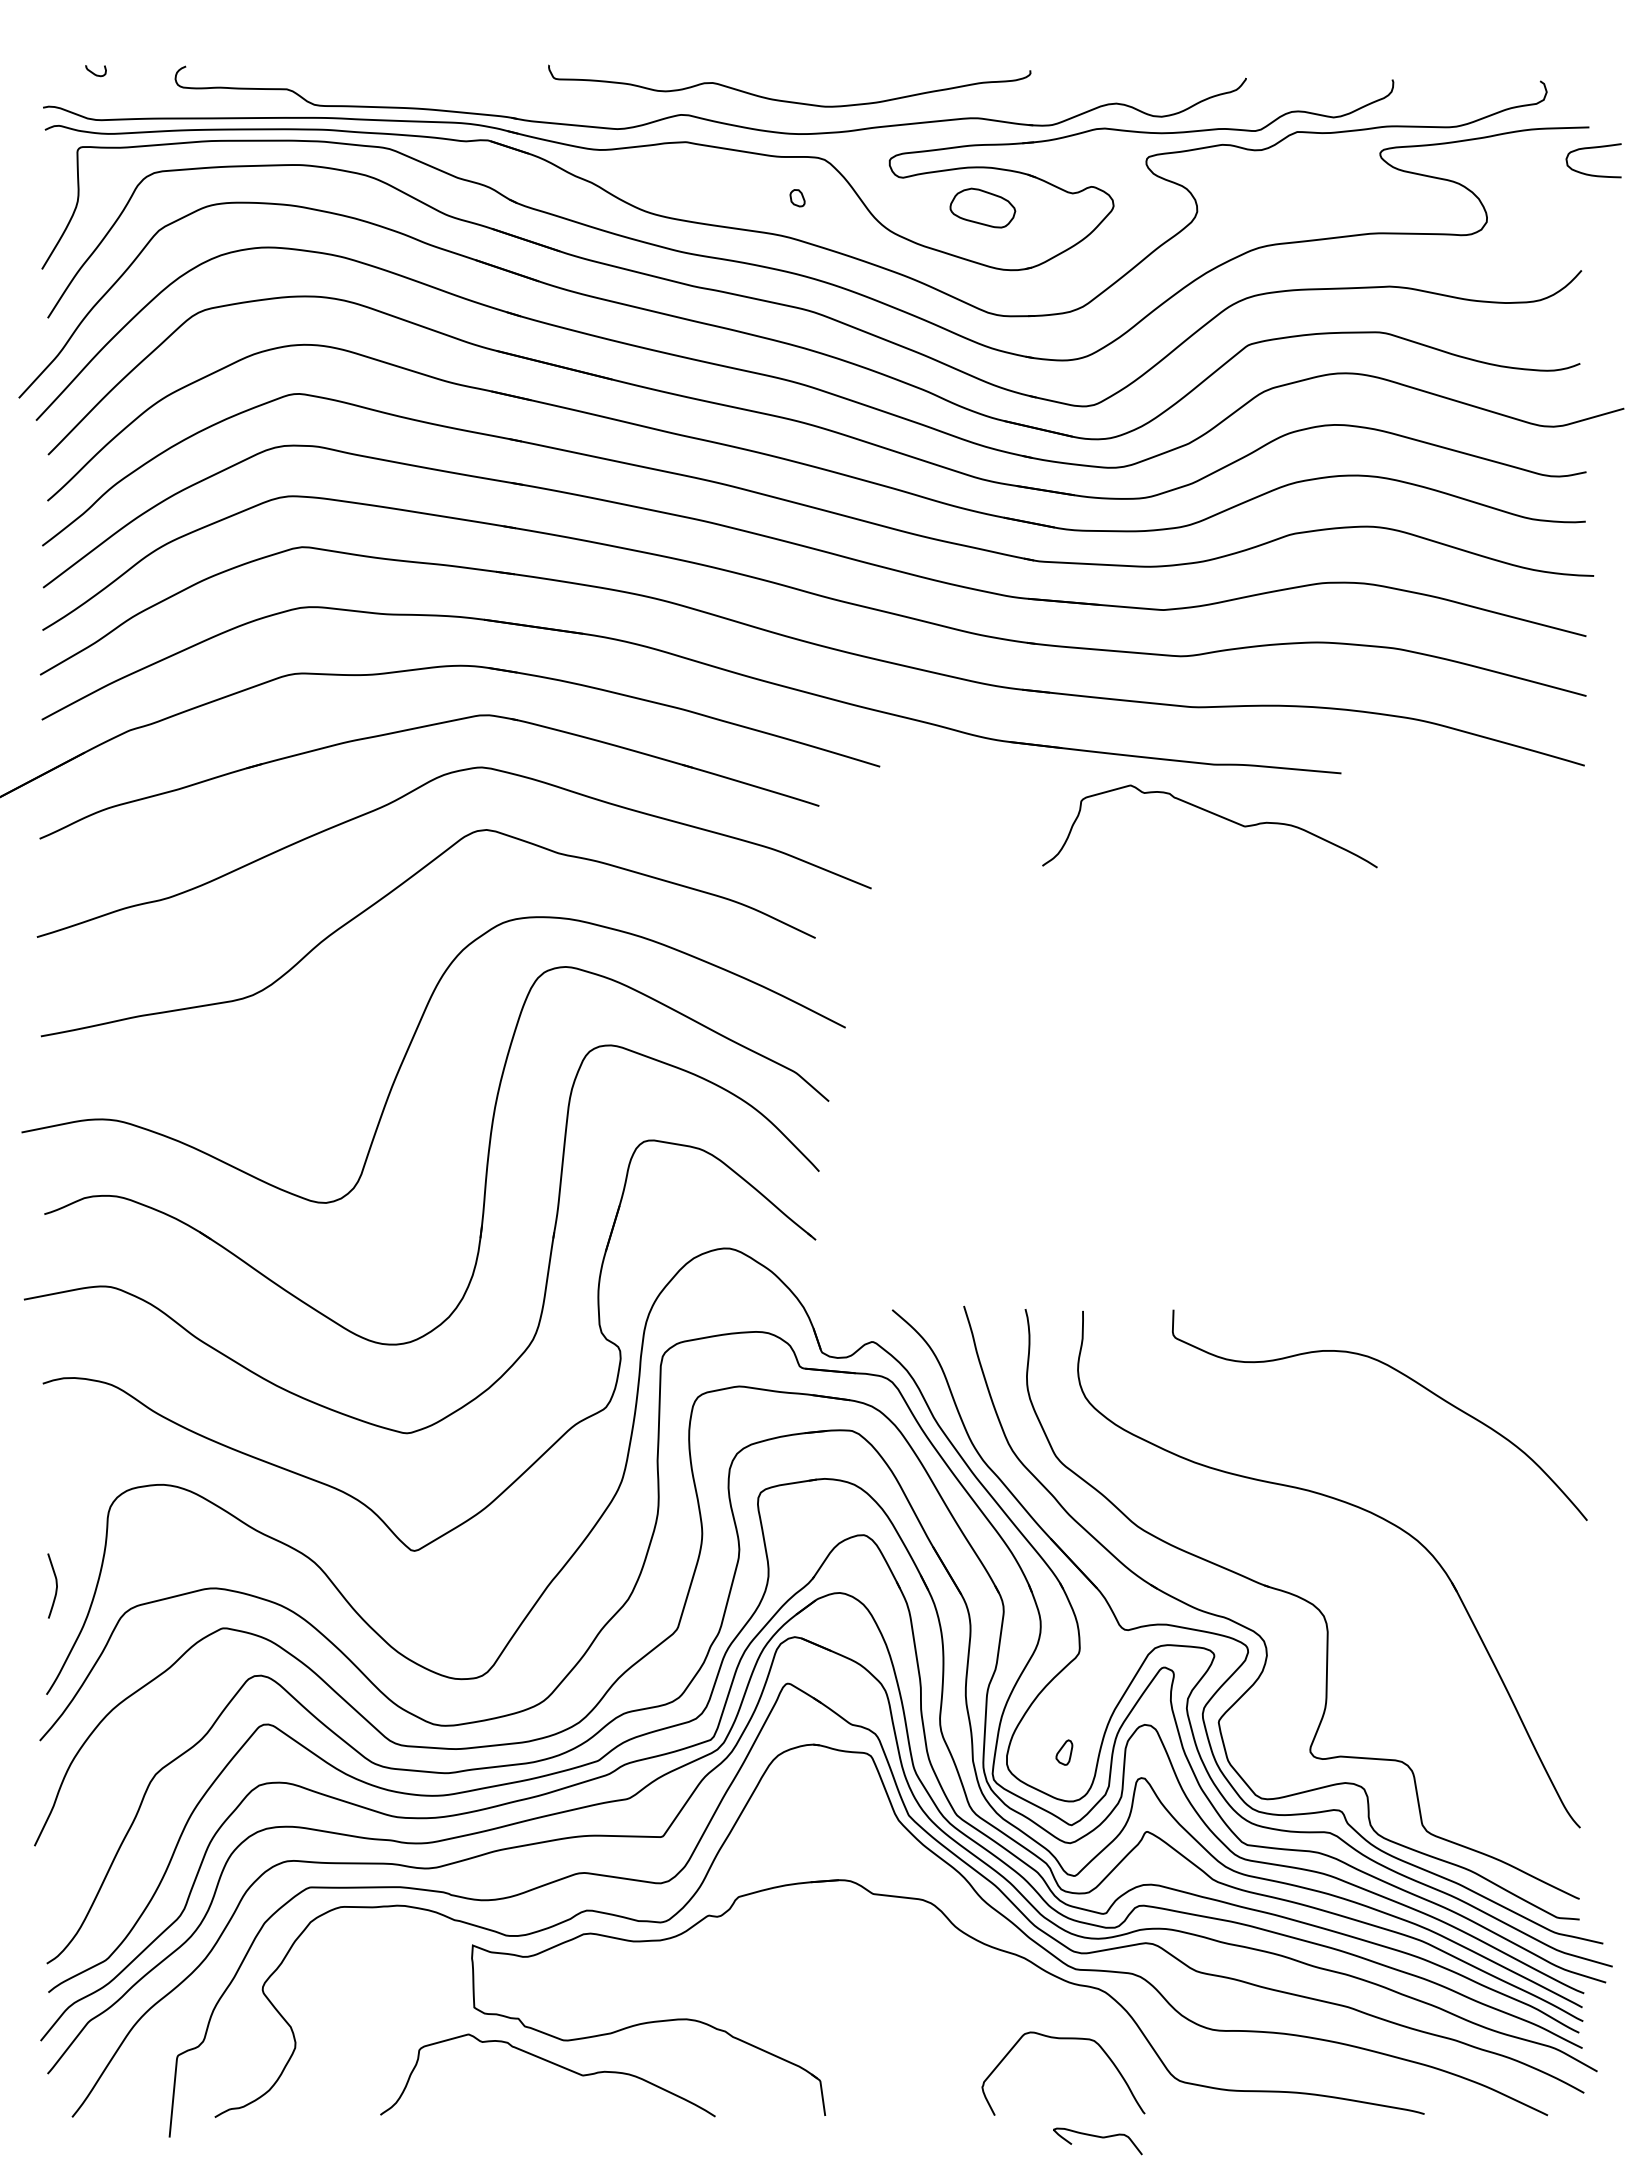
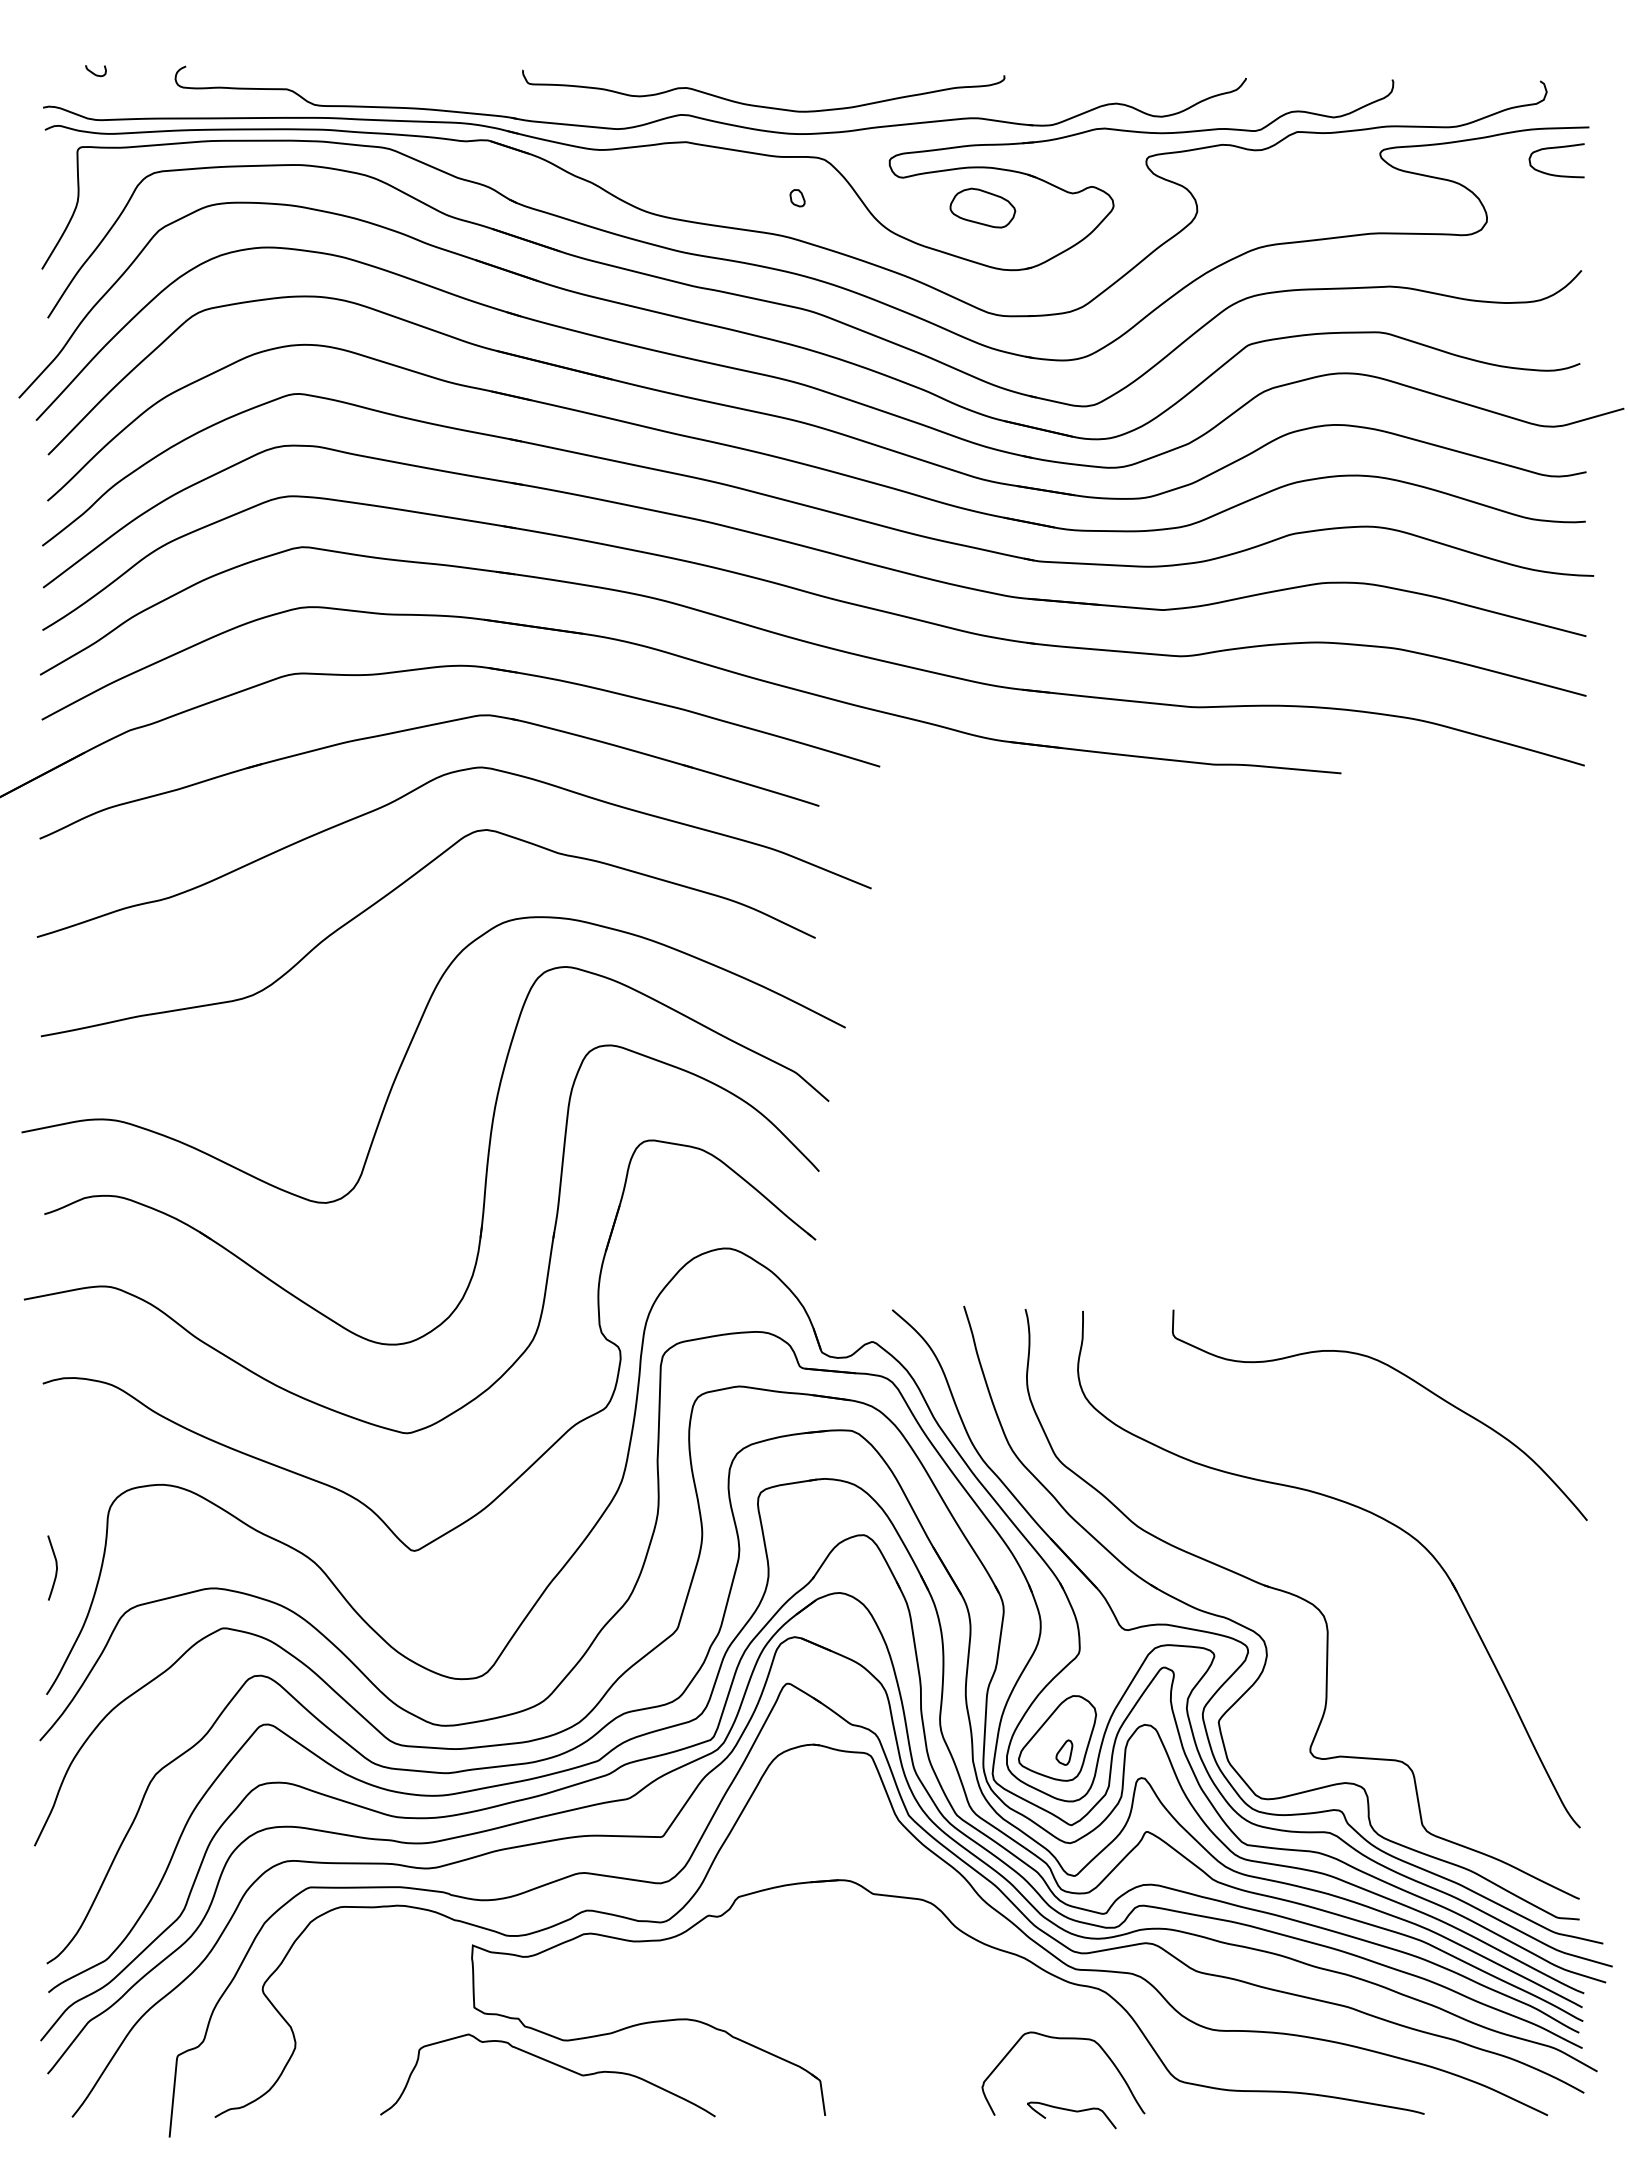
curve at (787, 100) position: (787, 100) -> (761, 105)
curve at (1593, 148) position: (1593, 148) -> (1556, 148)
curve at (1212, 814): present -> none
curve at (55, 1583) position: (55, 1583) -> (55, 1565)
part at (1057, 1738): none -> present
curve at (1097, 2137) position: (1097, 2137) -> (1071, 2111)
